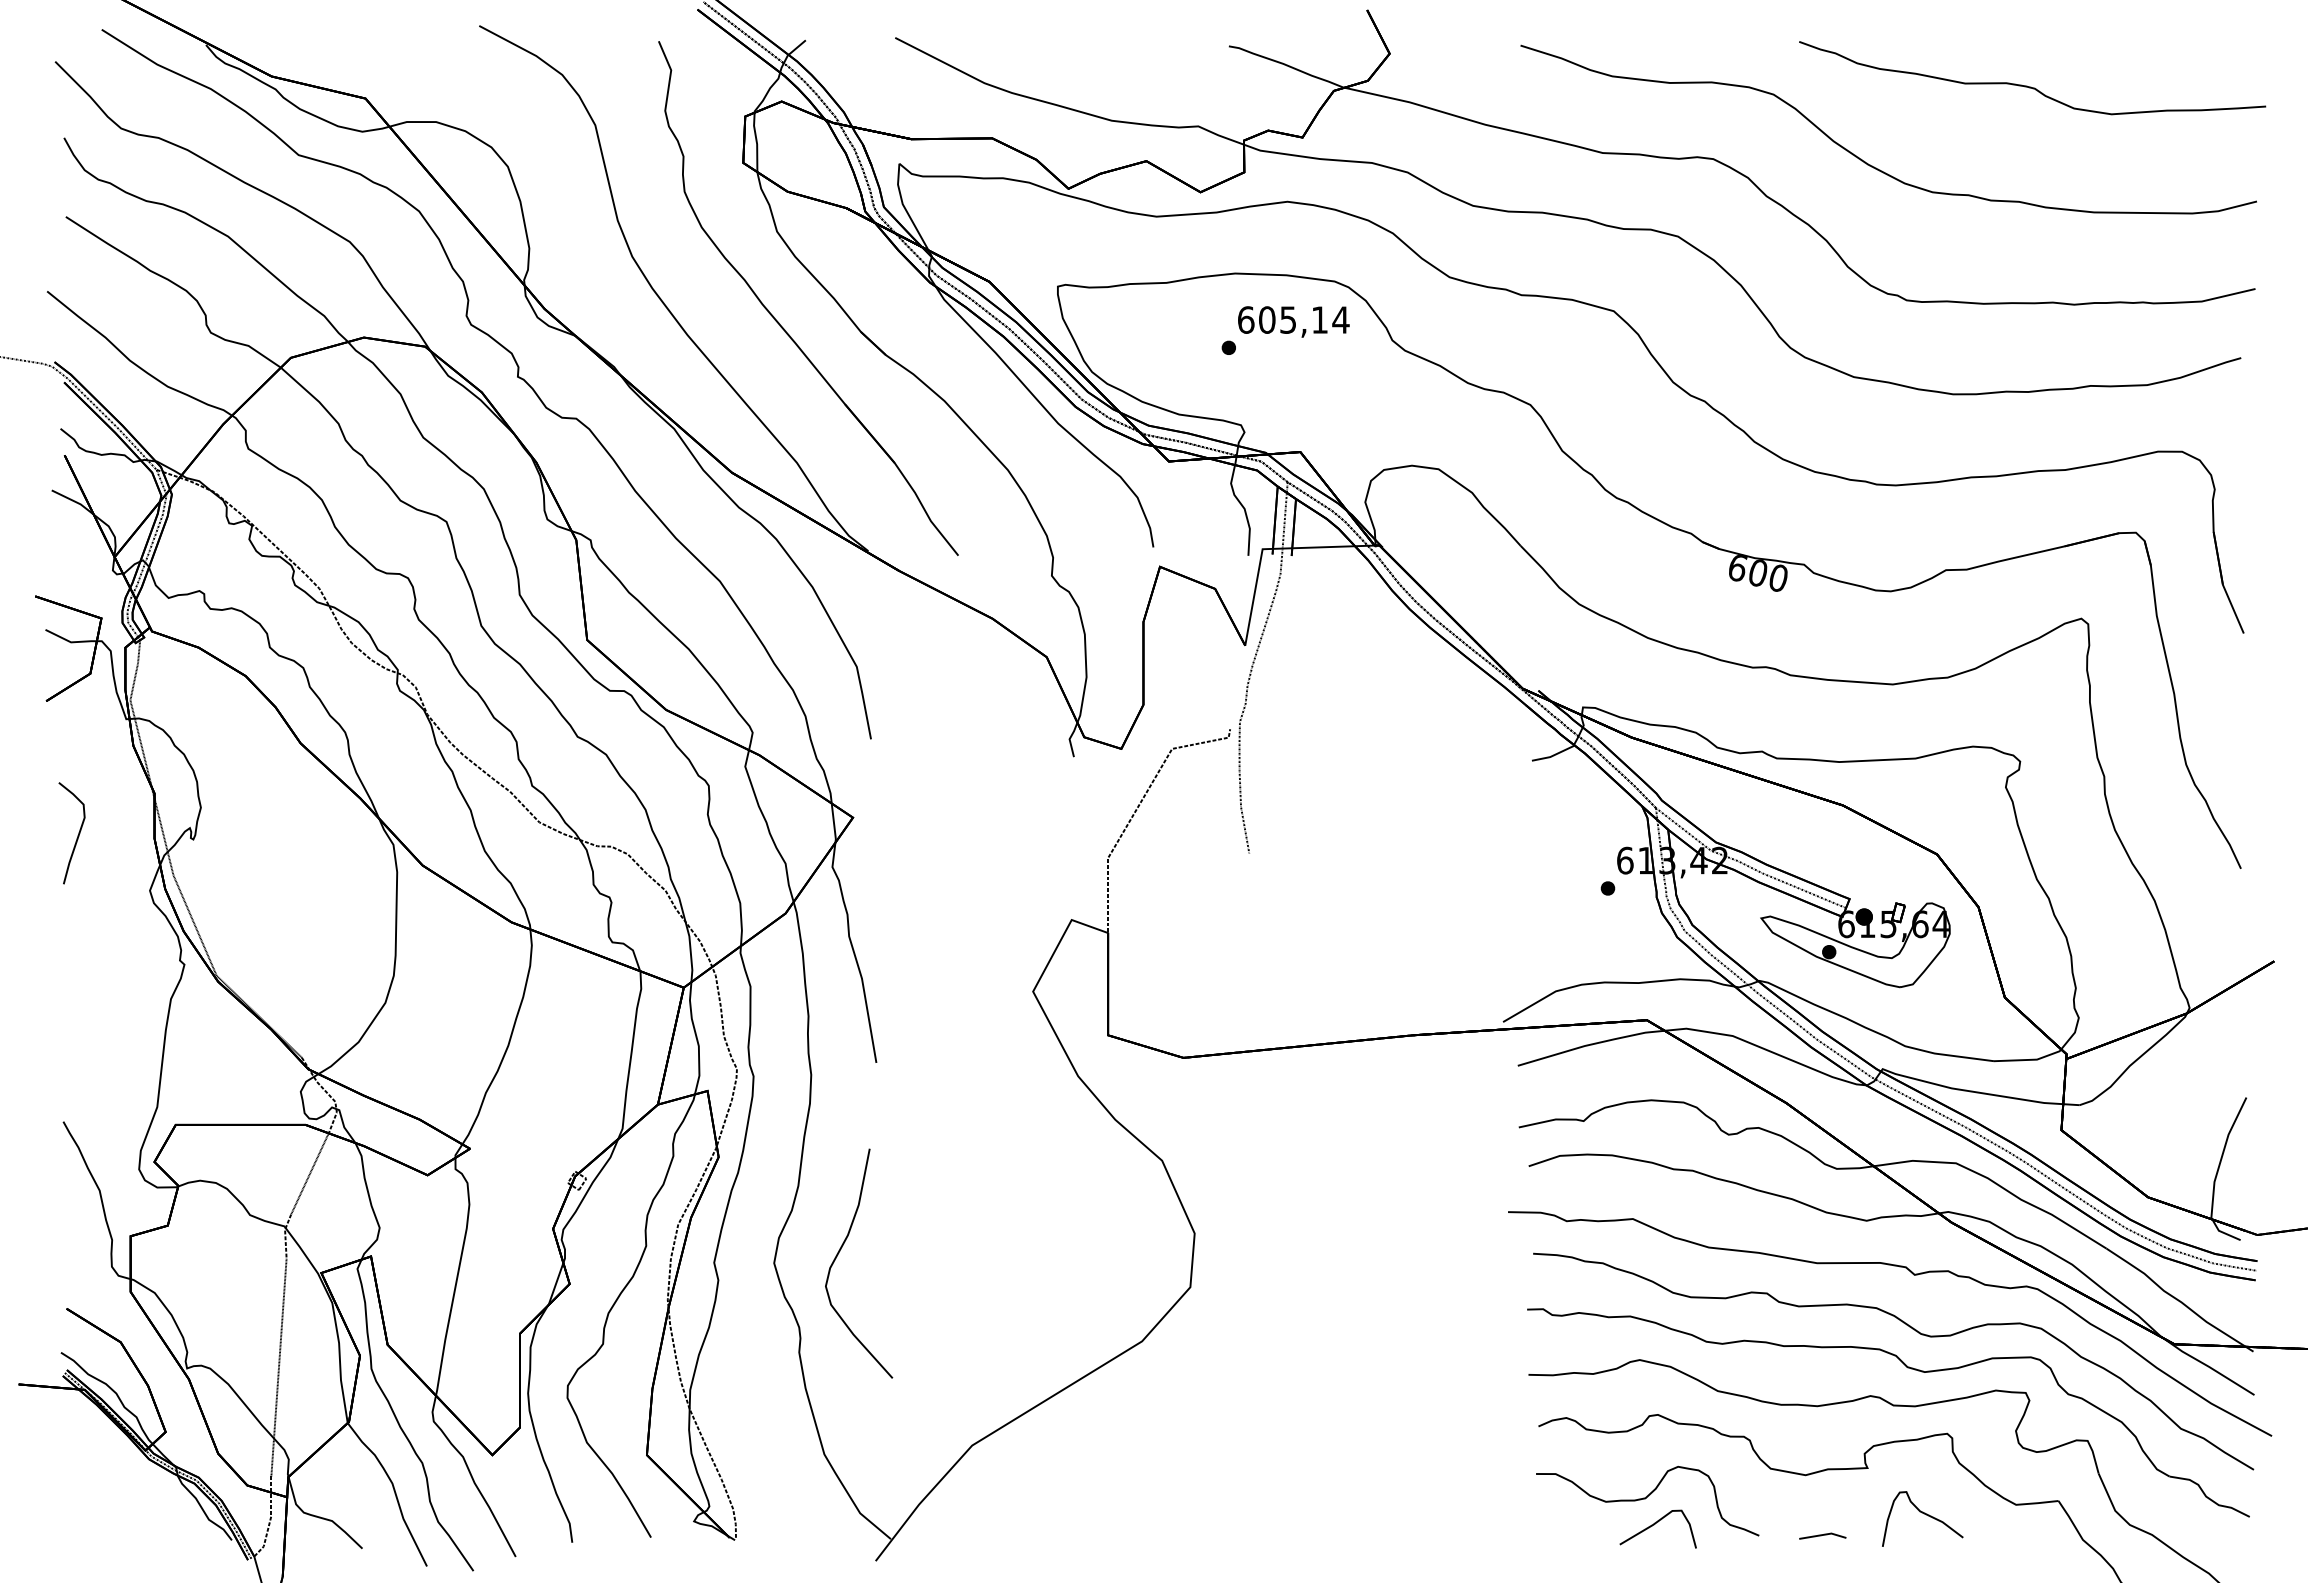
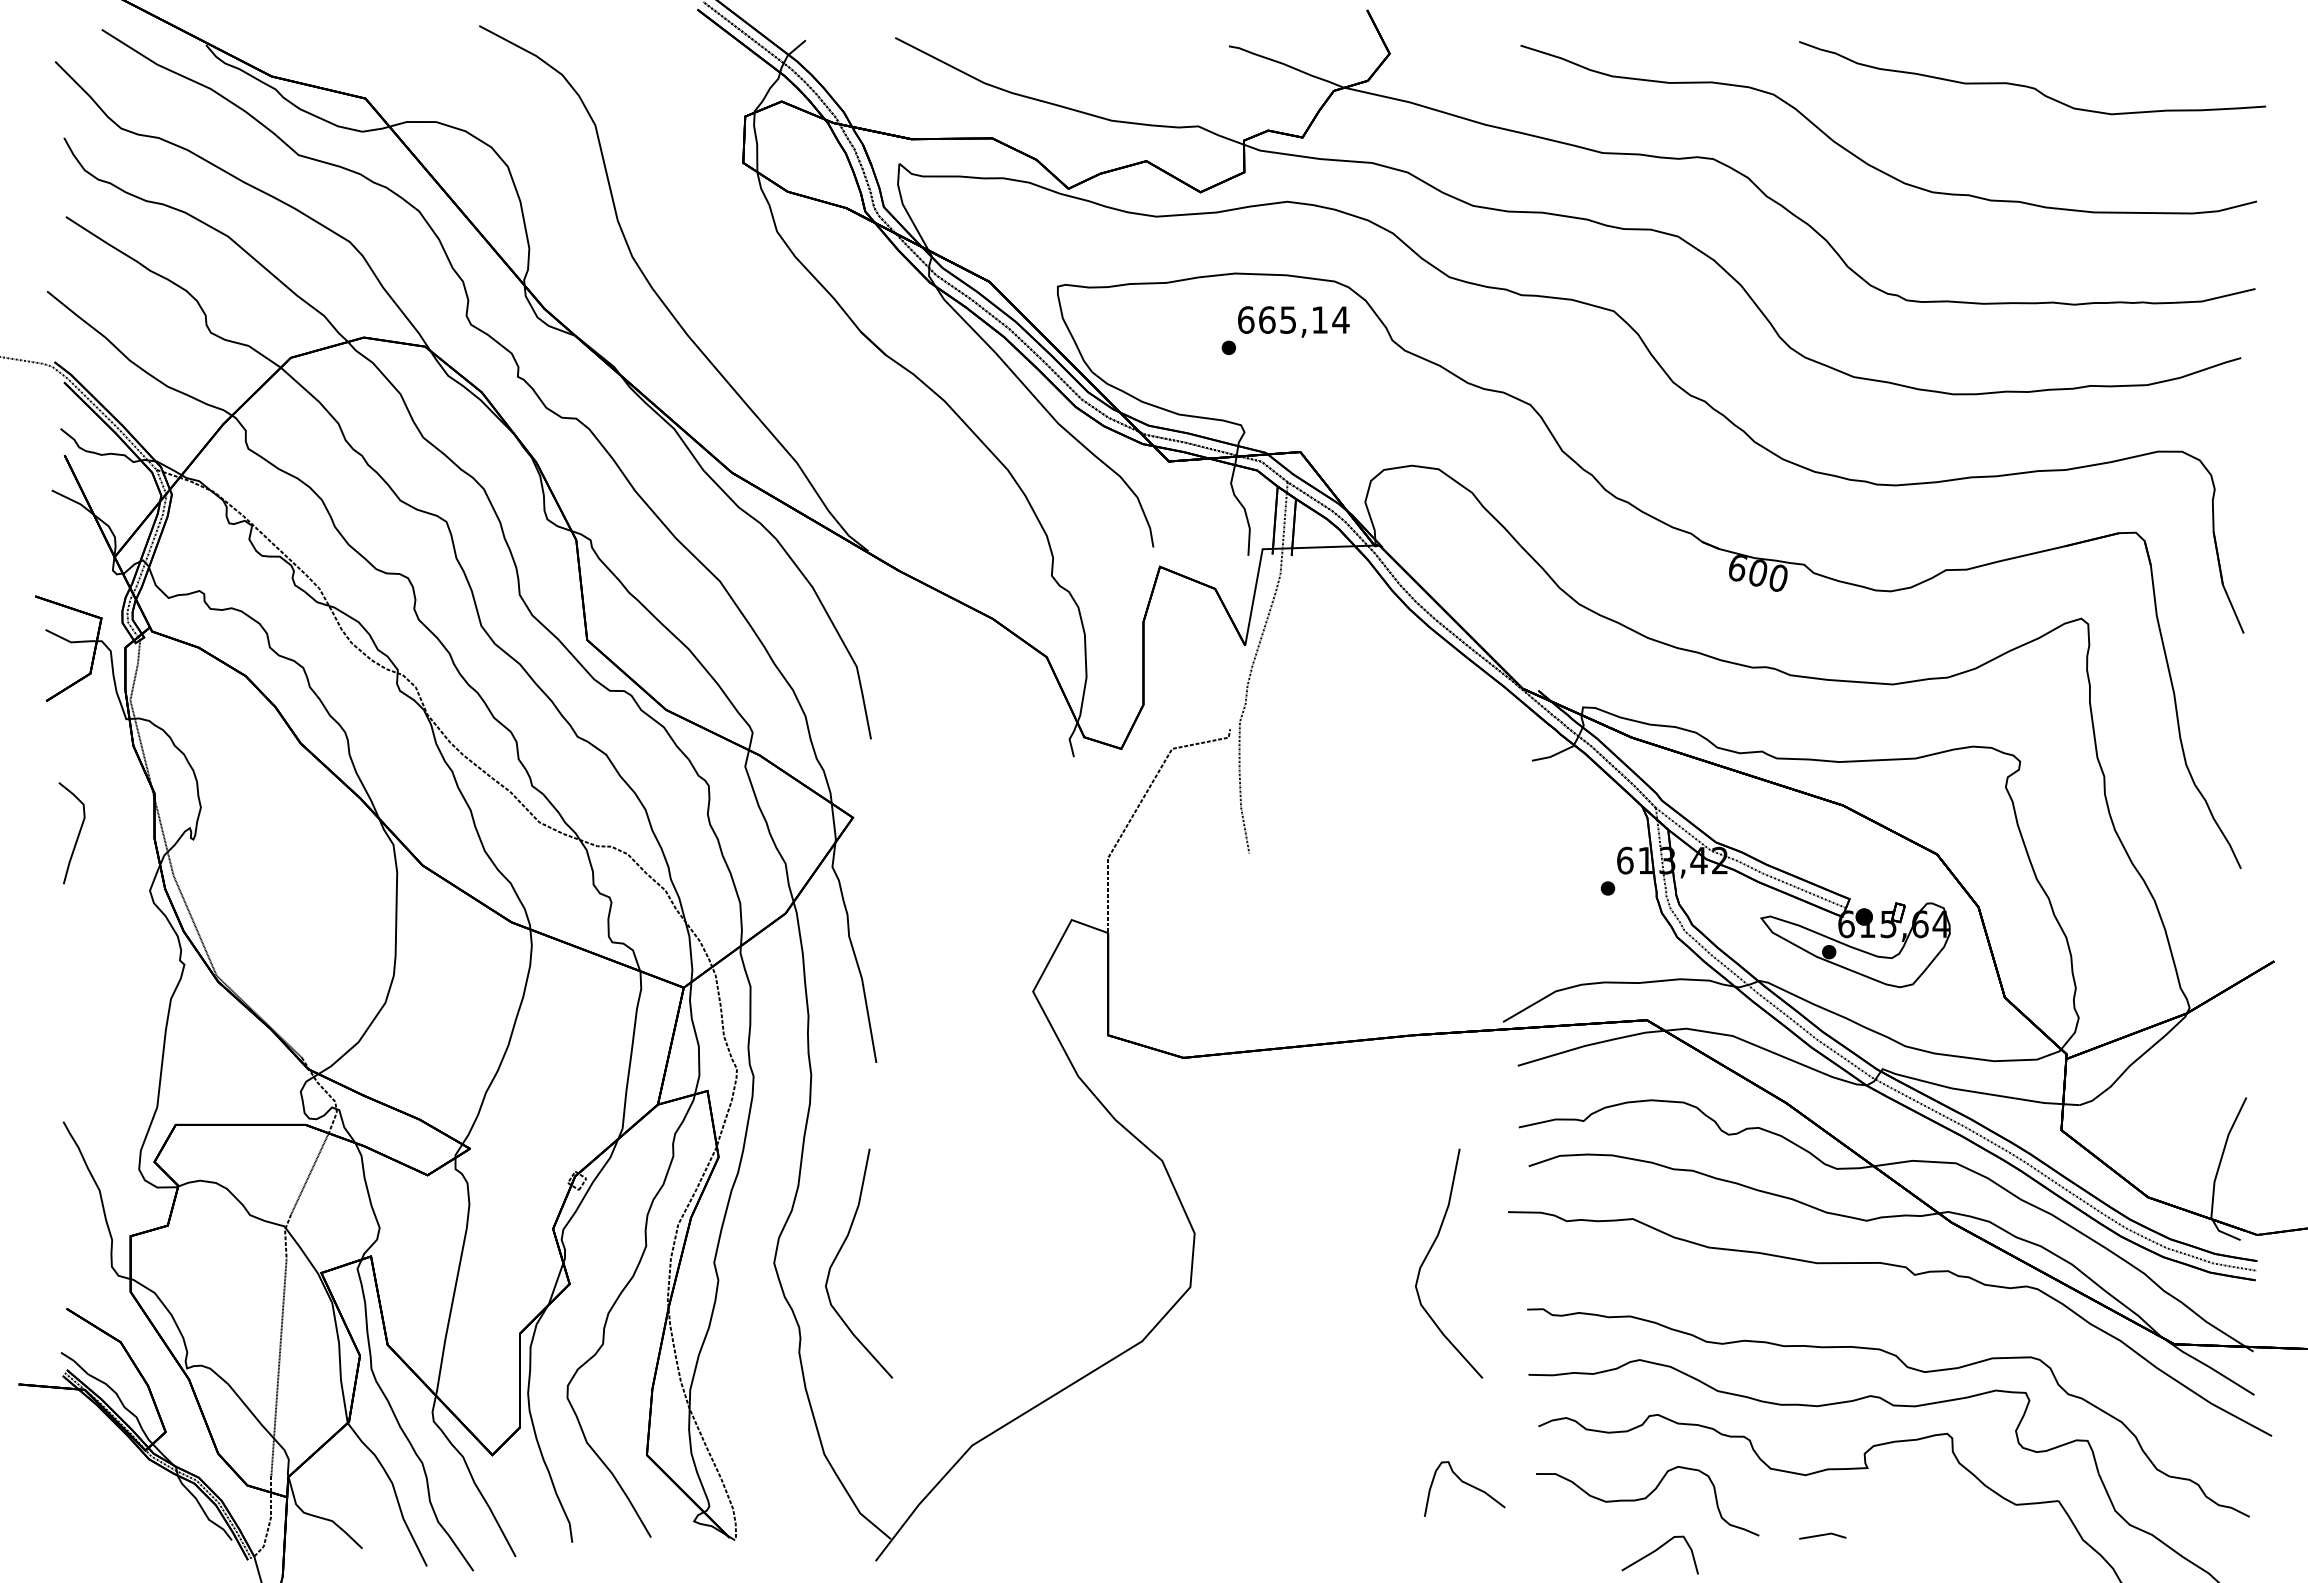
text at (1267, 319): 605,14 -> 665,14
part at (779, 322): present -> none
curve at (1429, 1253): none -> present
curve at (1915, 1331): present -> none
curve at (1924, 1514) position: (1924, 1514) -> (1466, 1484)
curve at (1654, 1525) position: (1654, 1525) -> (1656, 1551)
